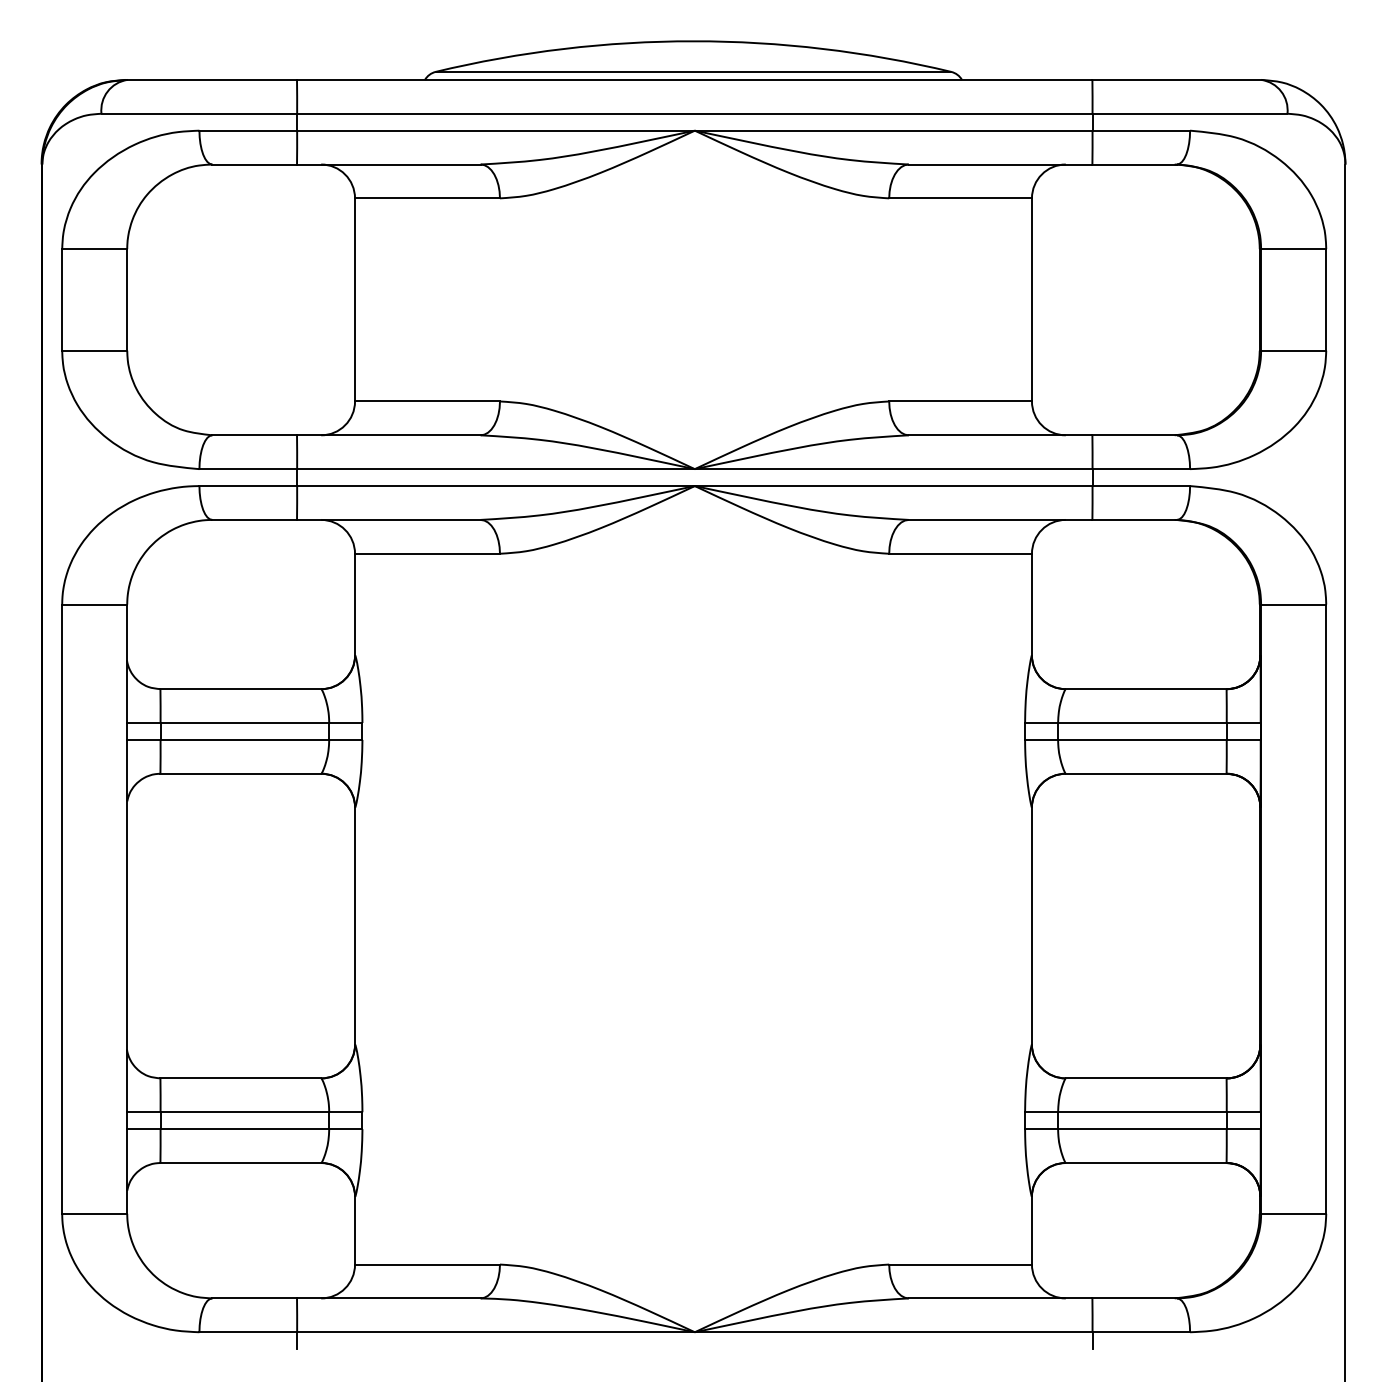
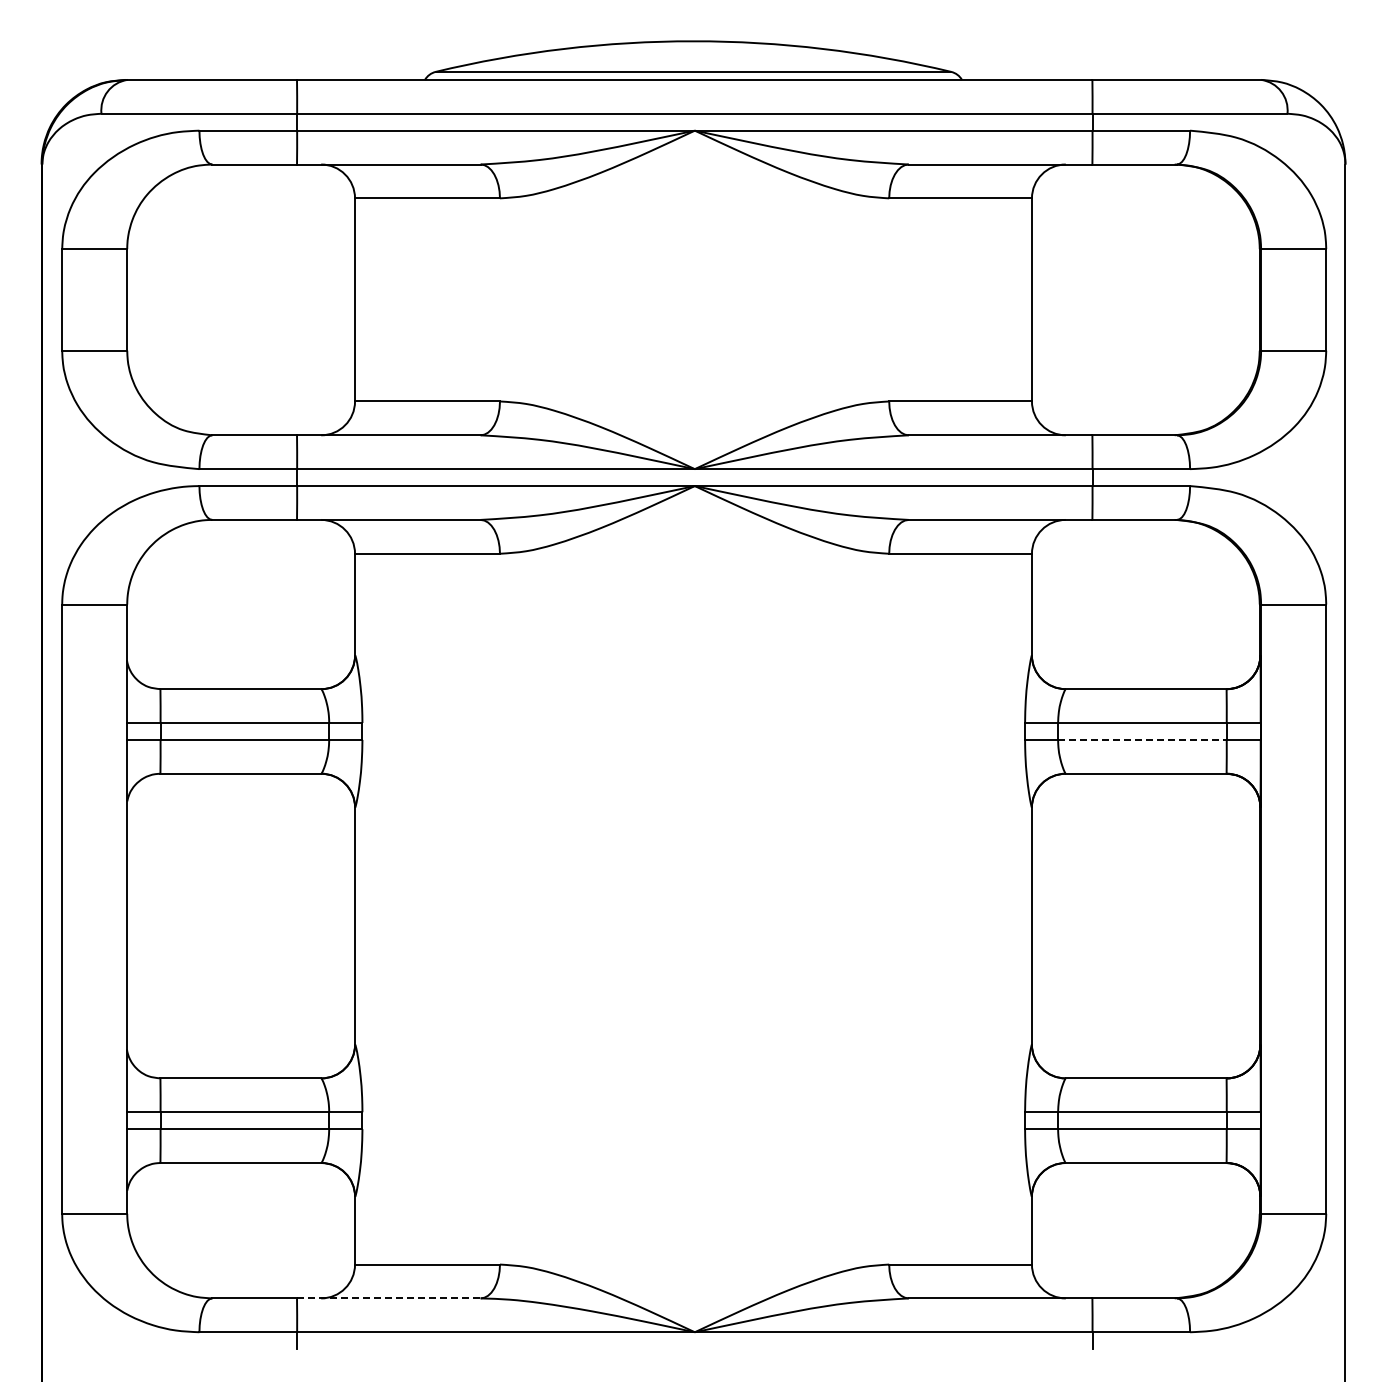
line at (1142, 739): solid -> dashed
line at (388, 1298): solid -> dashed
